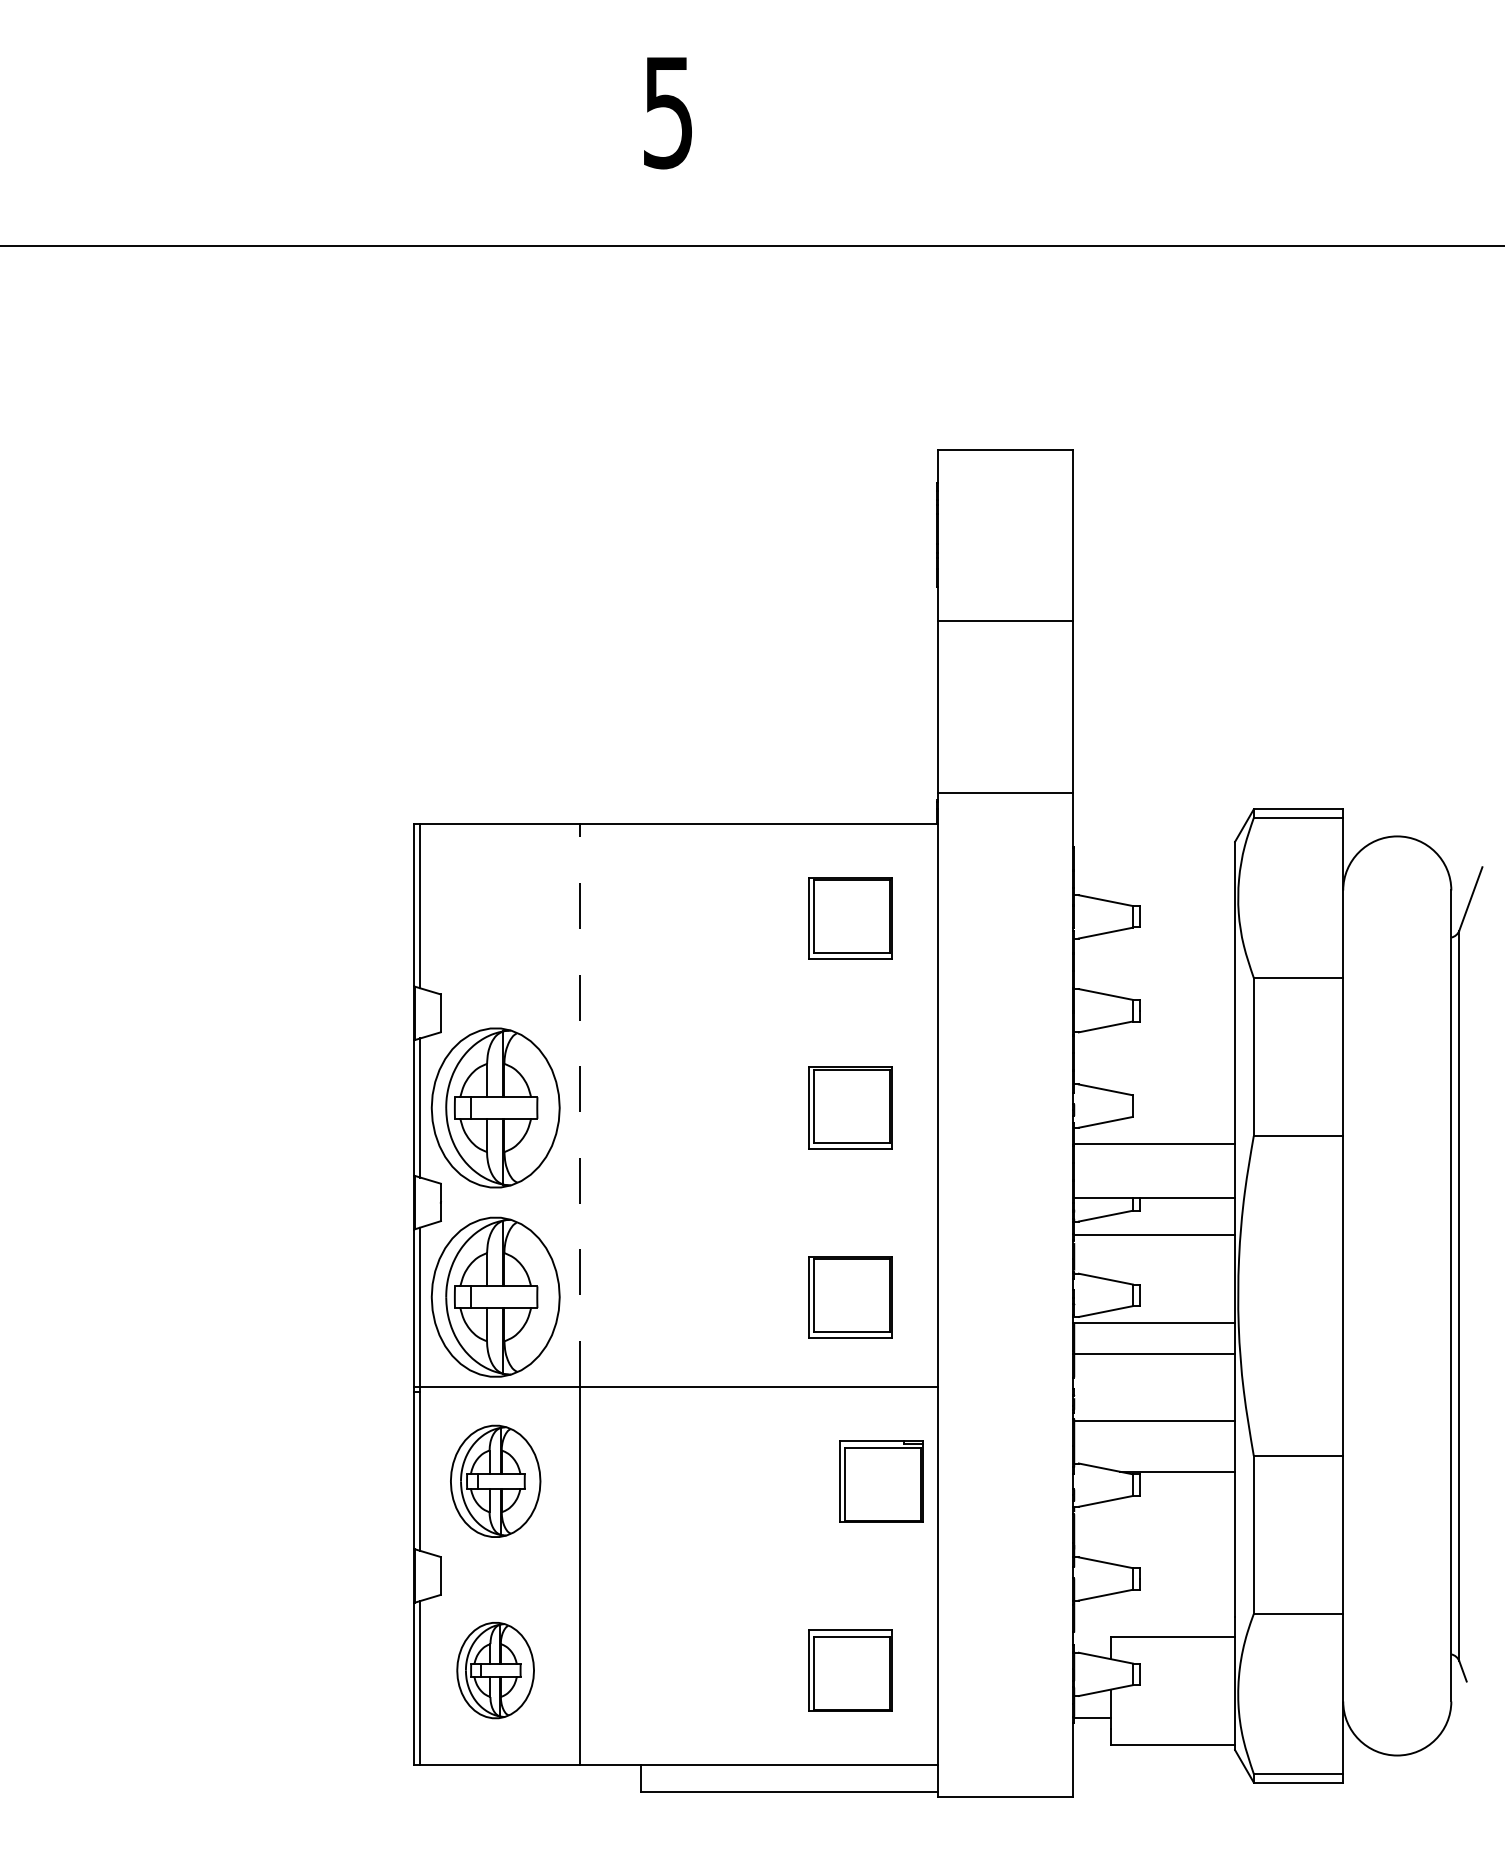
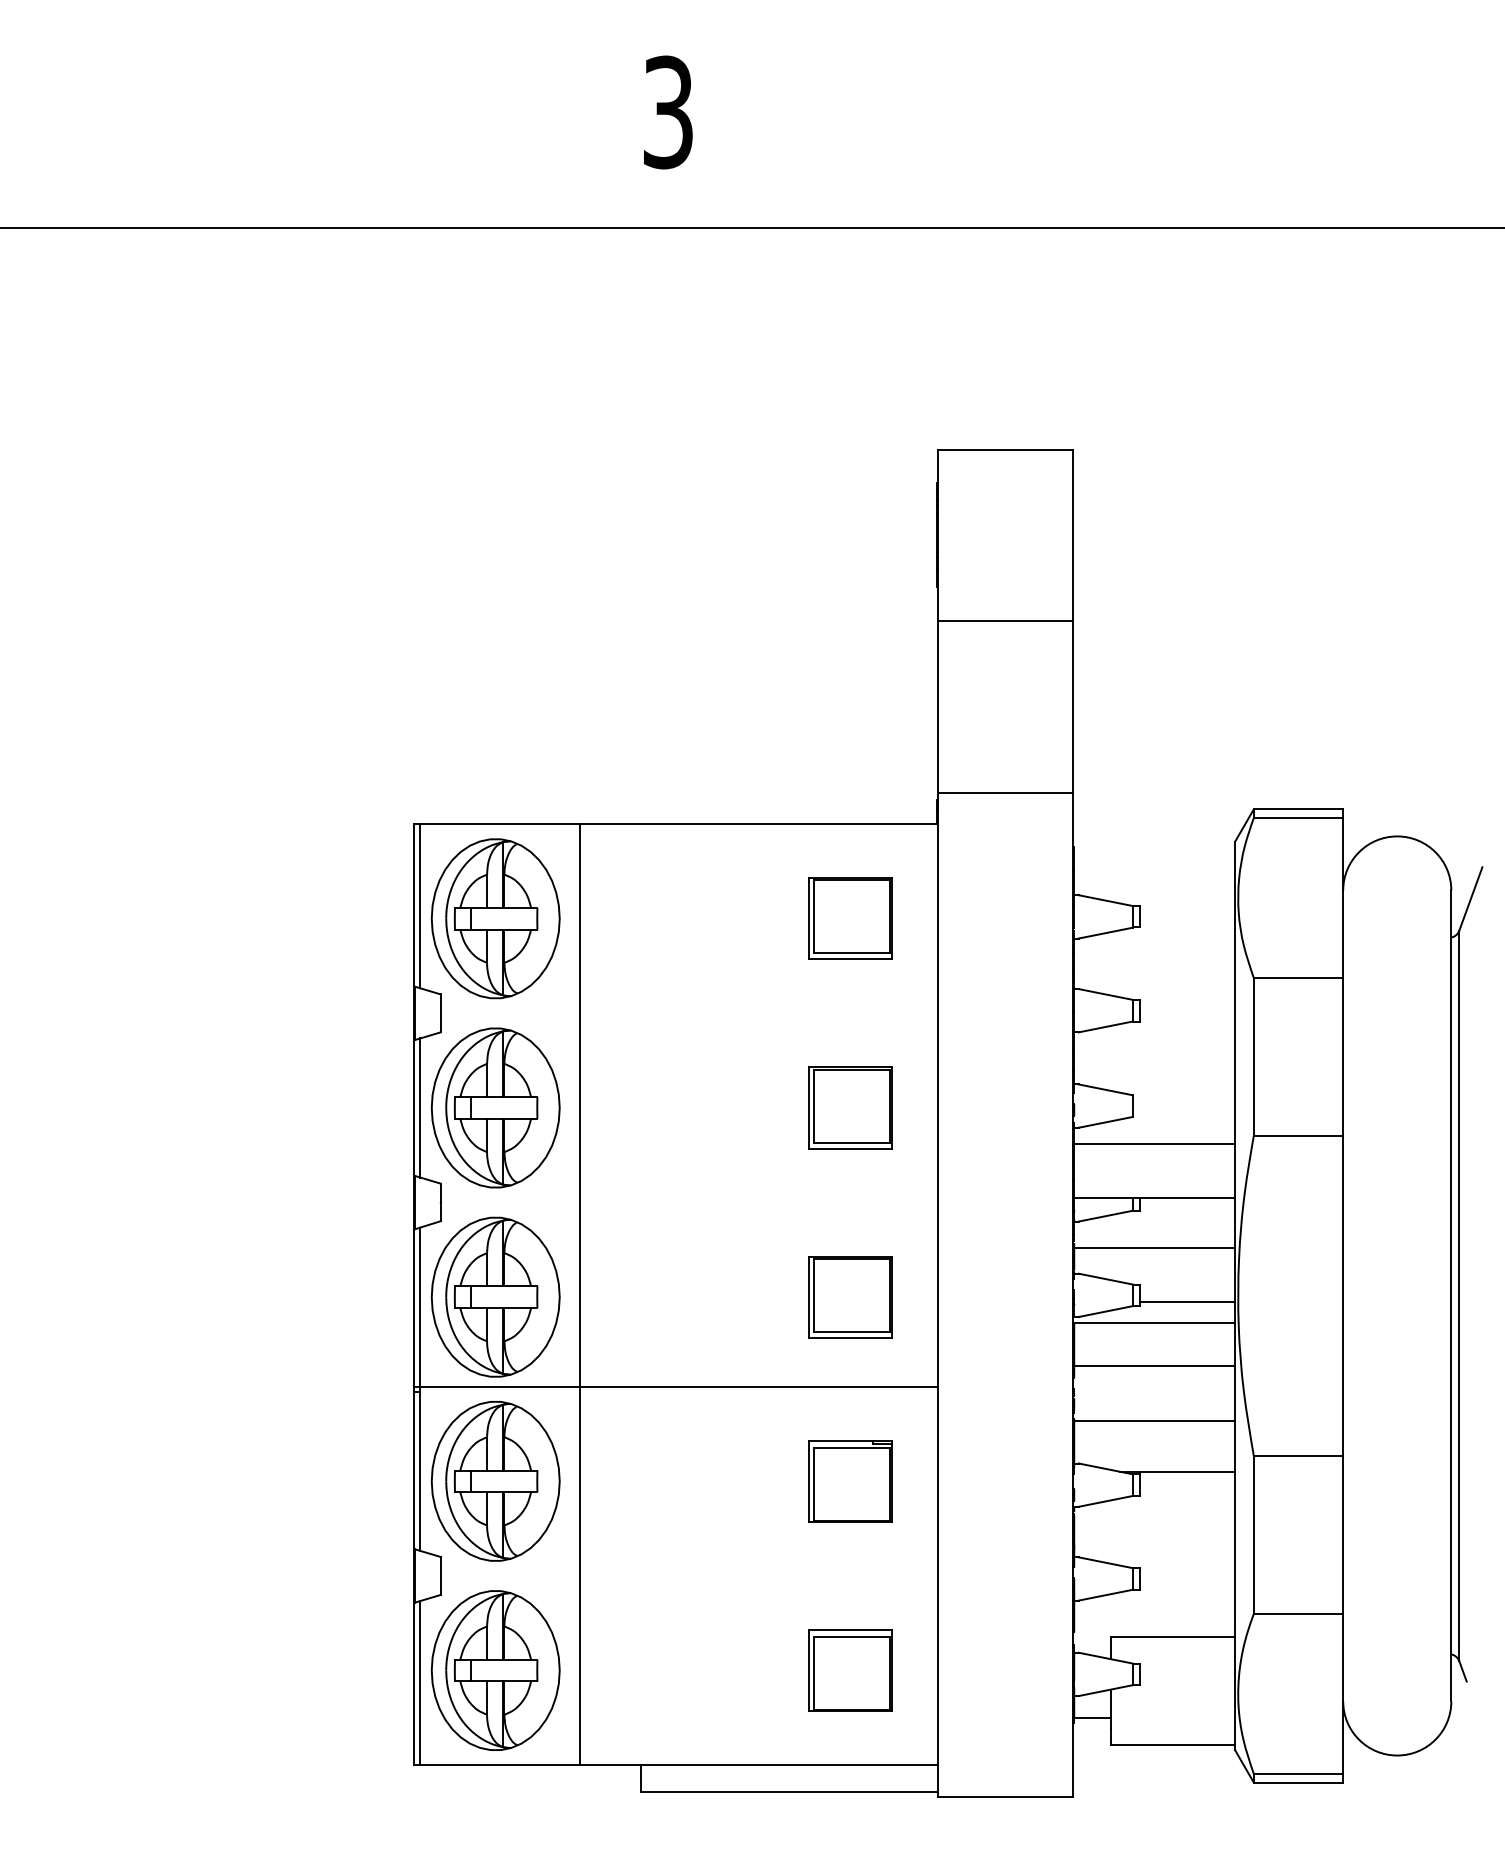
text at (668, 111): 5 -> 3
line at (751, 246) position: (751, 246) -> (751, 228)
part at (495, 918): none -> present
line at (580, 1104): dashed -> solid
line at (1154, 1235) position: (1154, 1235) -> (1154, 1248)
line at (1187, 1302): none -> present
line at (1153, 1354) position: (1153, 1354) -> (1153, 1366)
part at (495, 1480) size: 92x114 px -> 131x161 px
part at (881, 1481) position: (881, 1481) -> (850, 1481)
part at (495, 1670) size: 79x98 px -> 131x161 px
